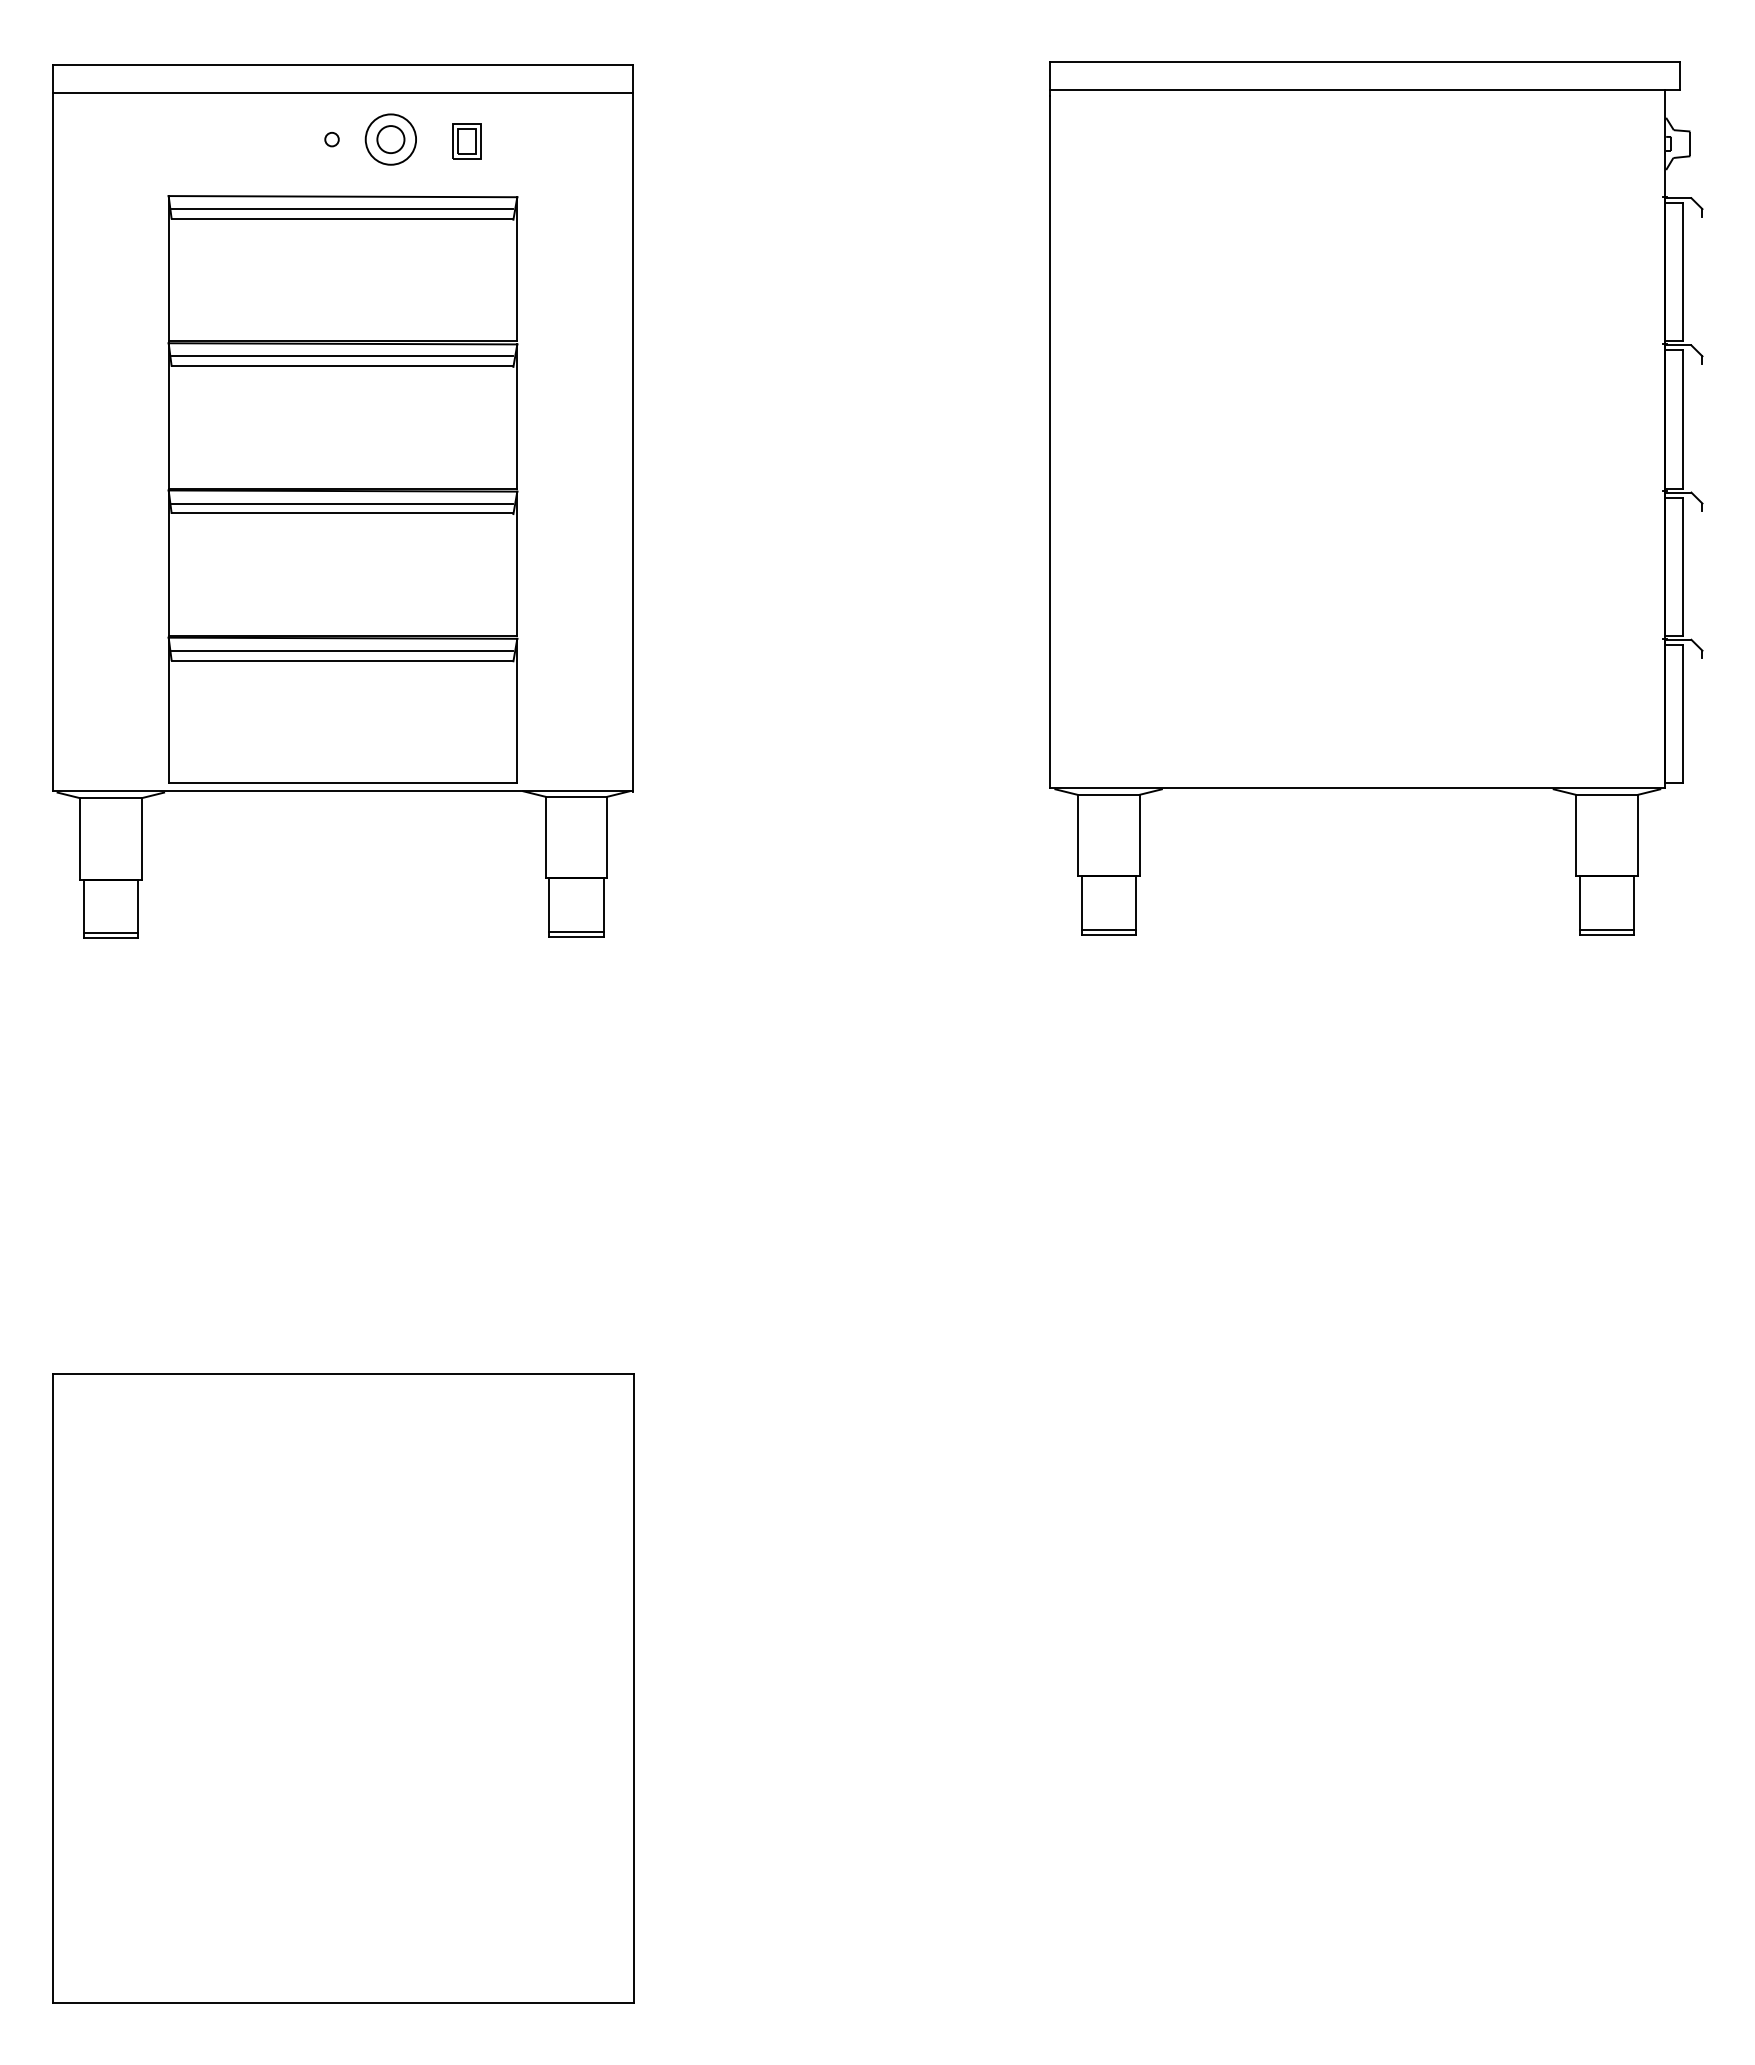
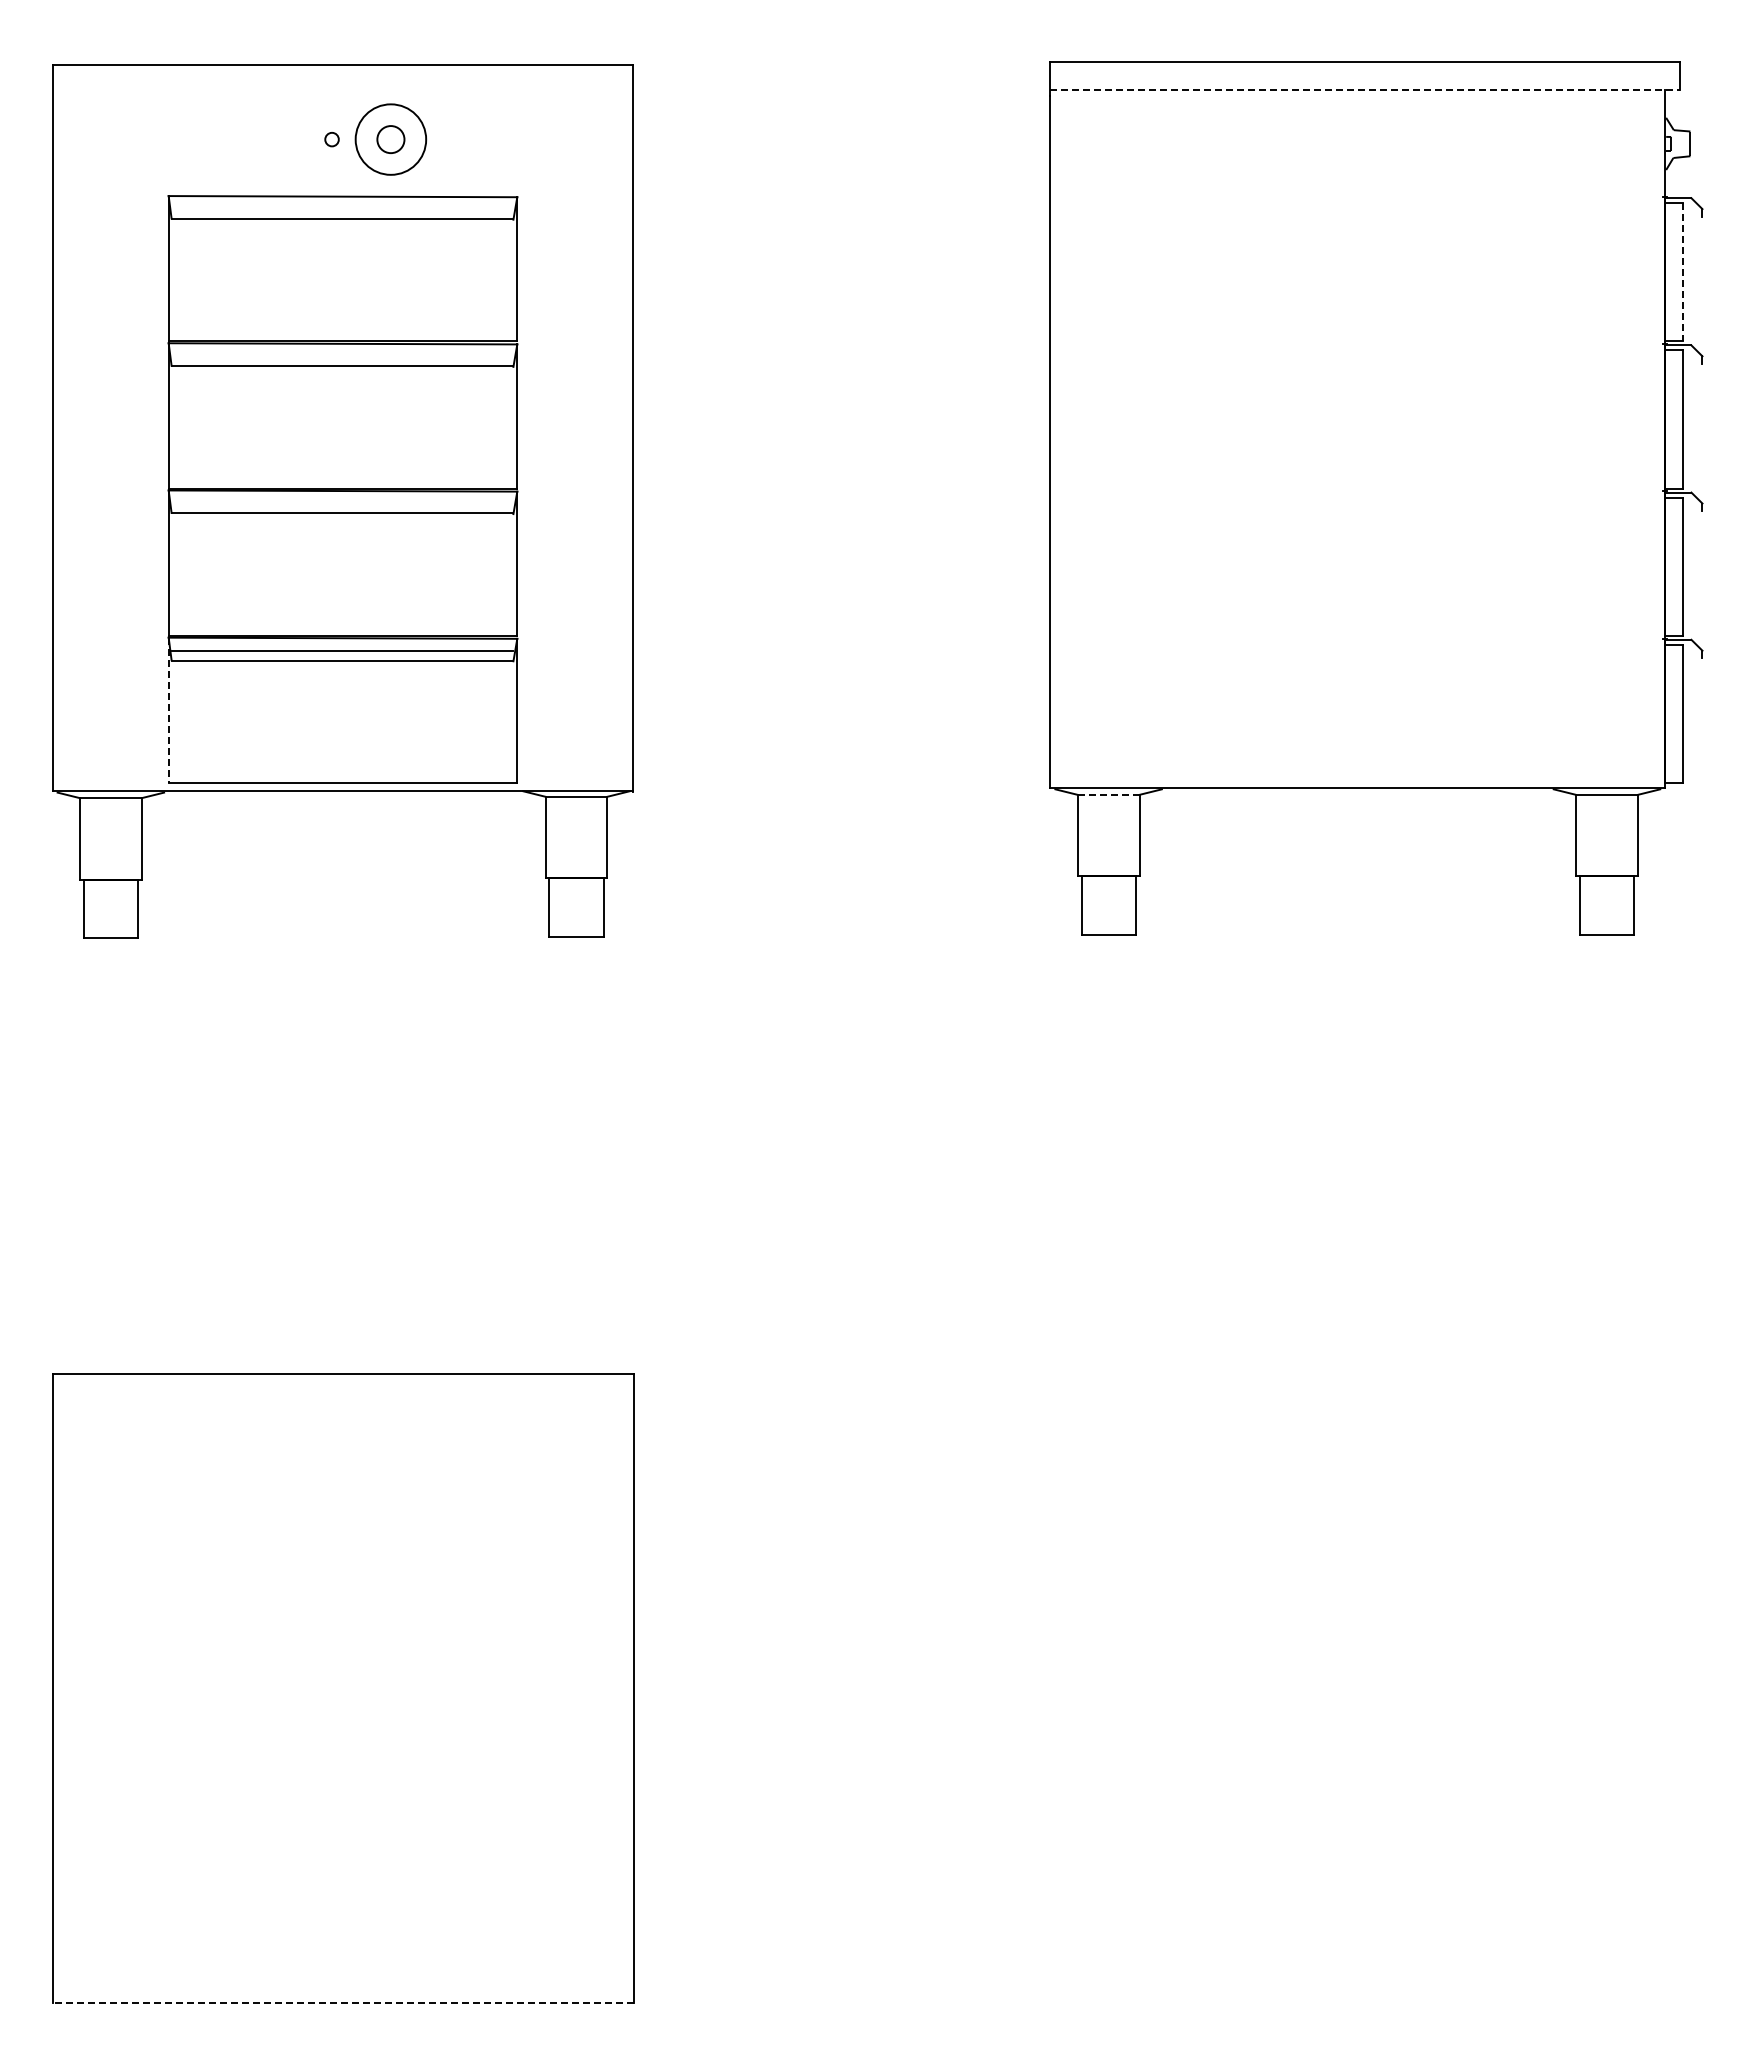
line at (1365, 89): solid -> dashed
line at (342, 92): present -> none
circle at (390, 139) diameter: 50 px -> 71 px
part at (466, 141): present -> none
line at (342, 209): present -> none
line at (1682, 272): solid -> dashed
line at (342, 356): present -> none
line at (342, 503): present -> none
line at (168, 710): solid -> dashed
line at (1108, 794): solid -> dashed
line at (1108, 929): present -> none
line at (1606, 929): present -> none
line at (576, 931): present -> none
line at (110, 933): present -> none
line at (343, 2003): solid -> dashed
